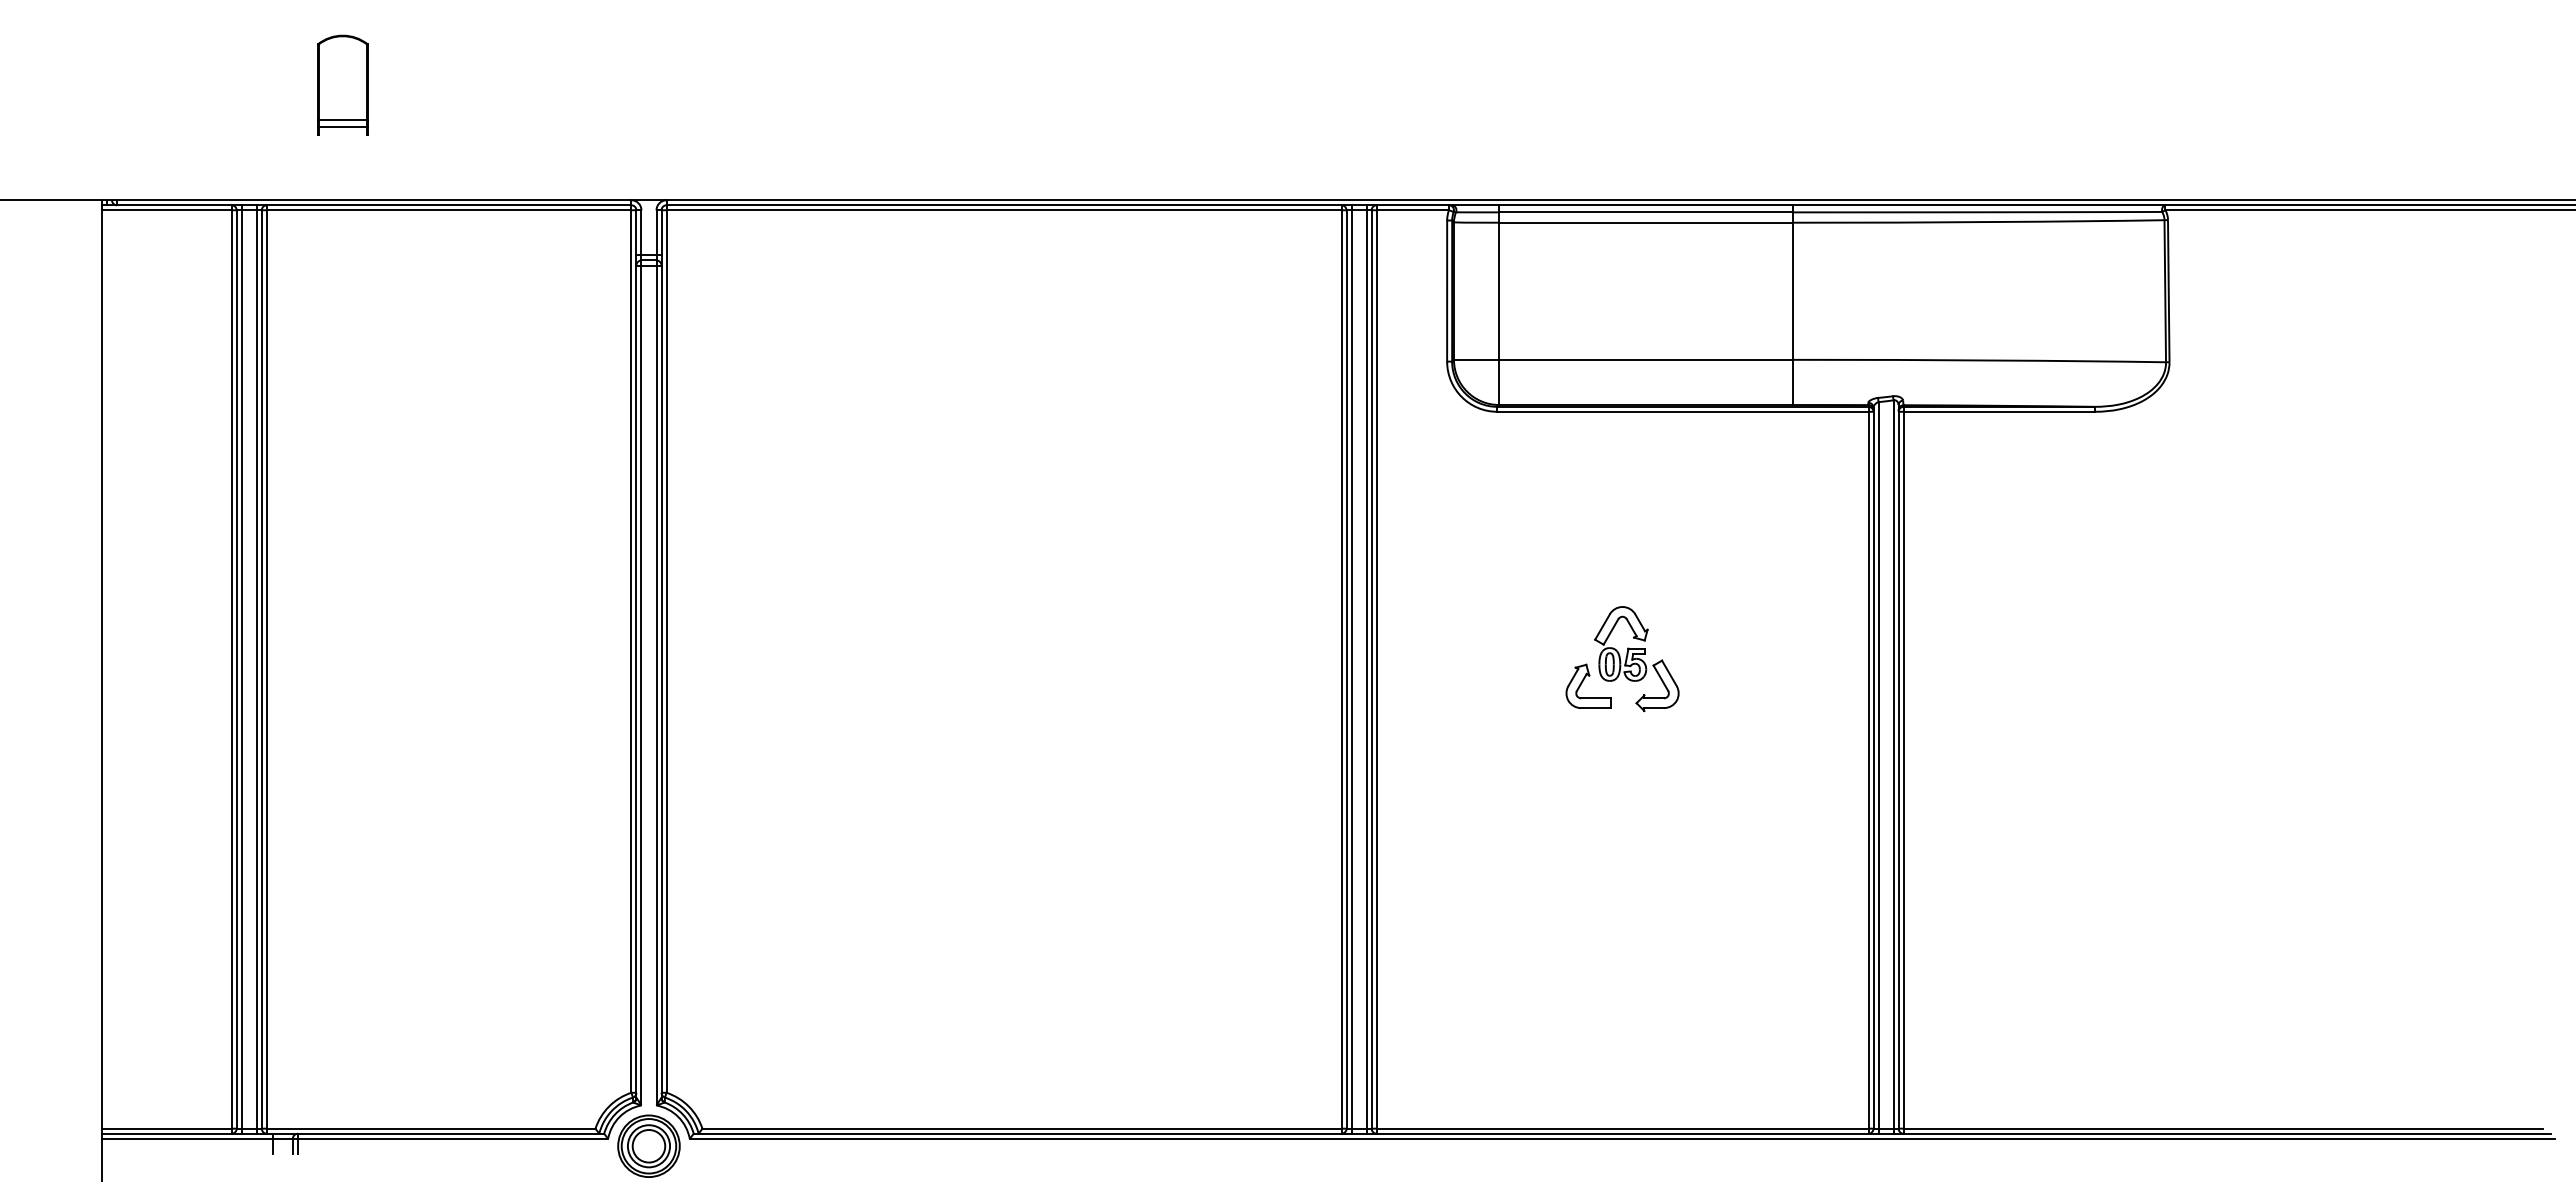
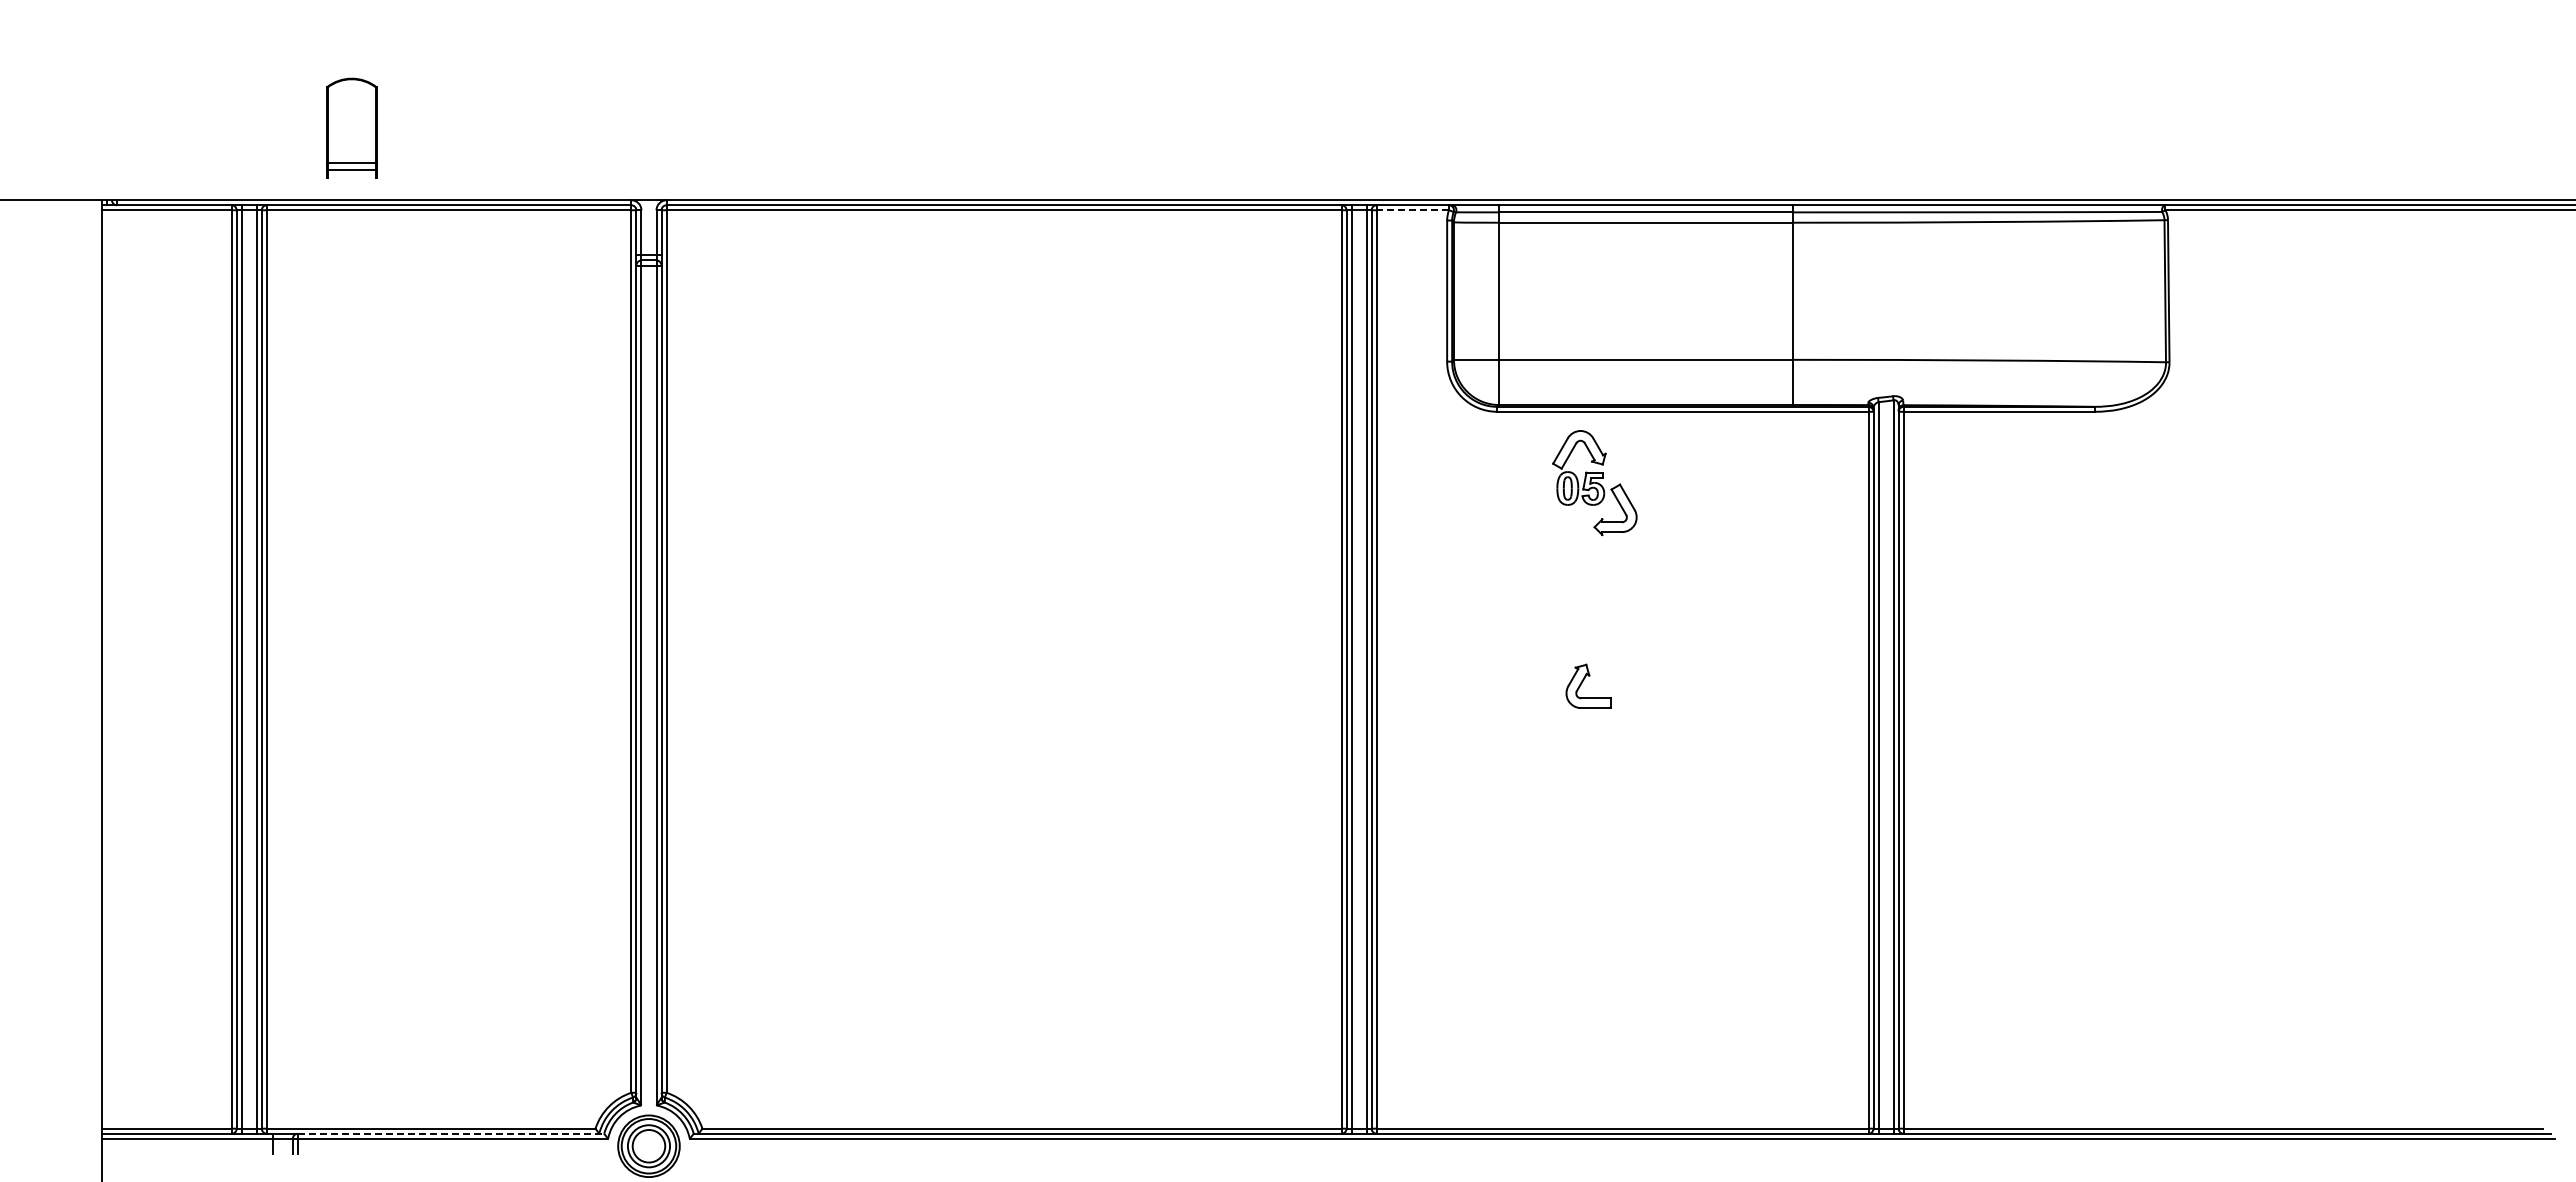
part at (342, 84) position: (342, 84) -> (351, 127)
line at (1412, 210): solid -> dashed
part at (1636, 659) position: (1636, 659) -> (1594, 483)
line at (451, 1133): solid -> dashed
